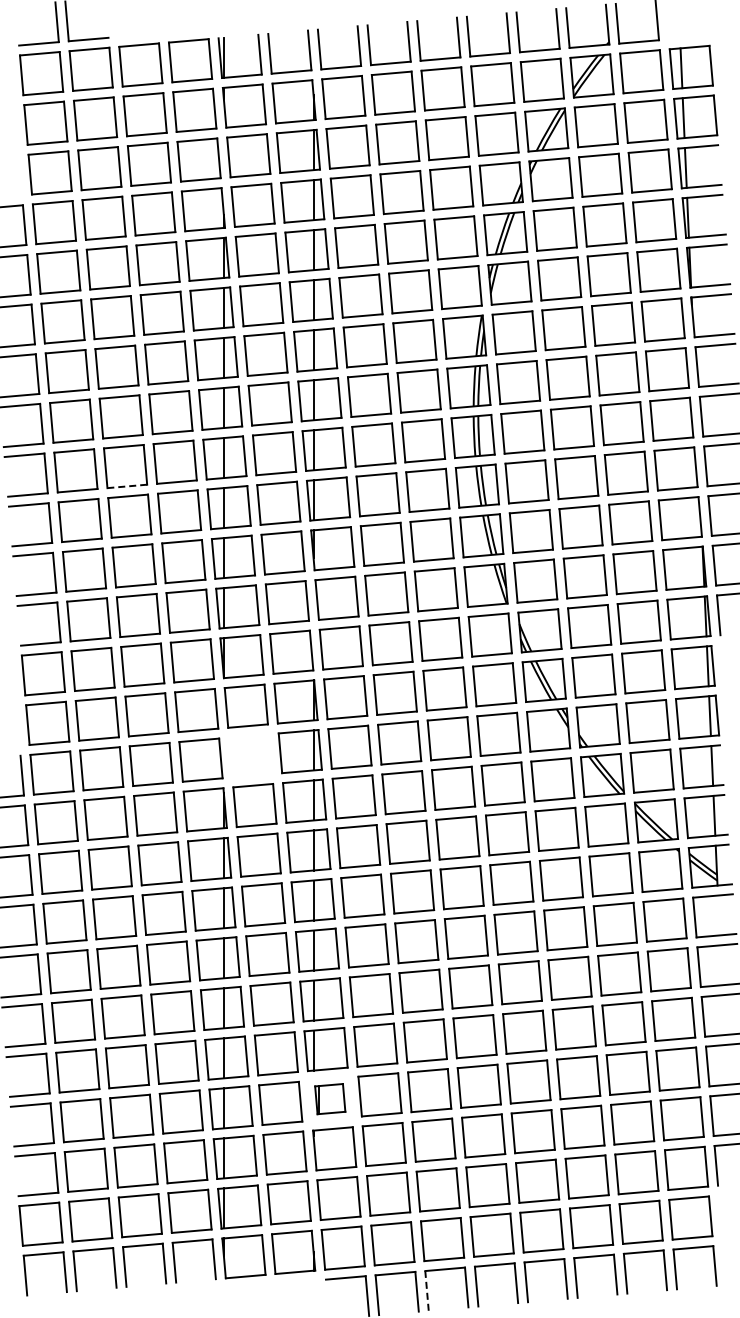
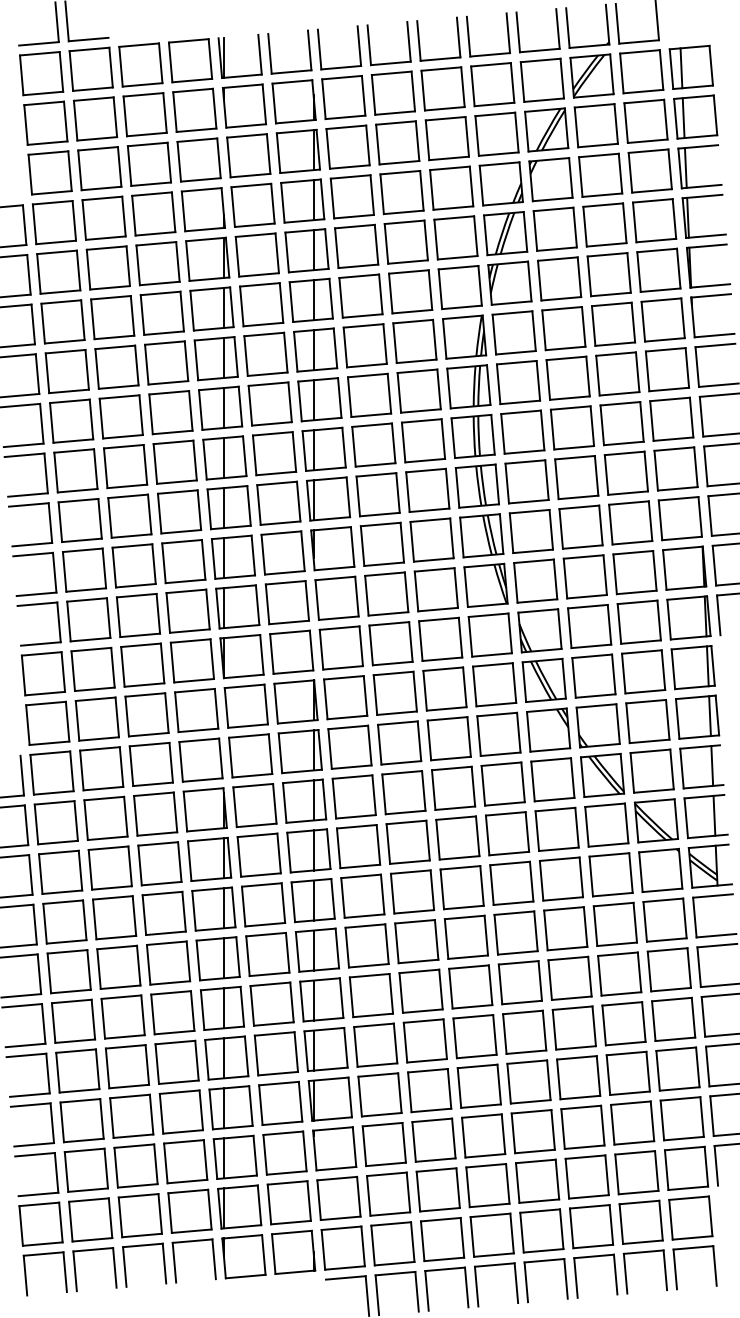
line at (127, 486): dashed -> solid
part at (250, 755): none -> present
part at (330, 1099) size: 33x33 px -> 46x46 px
line at (427, 1290): dashed -> solid
